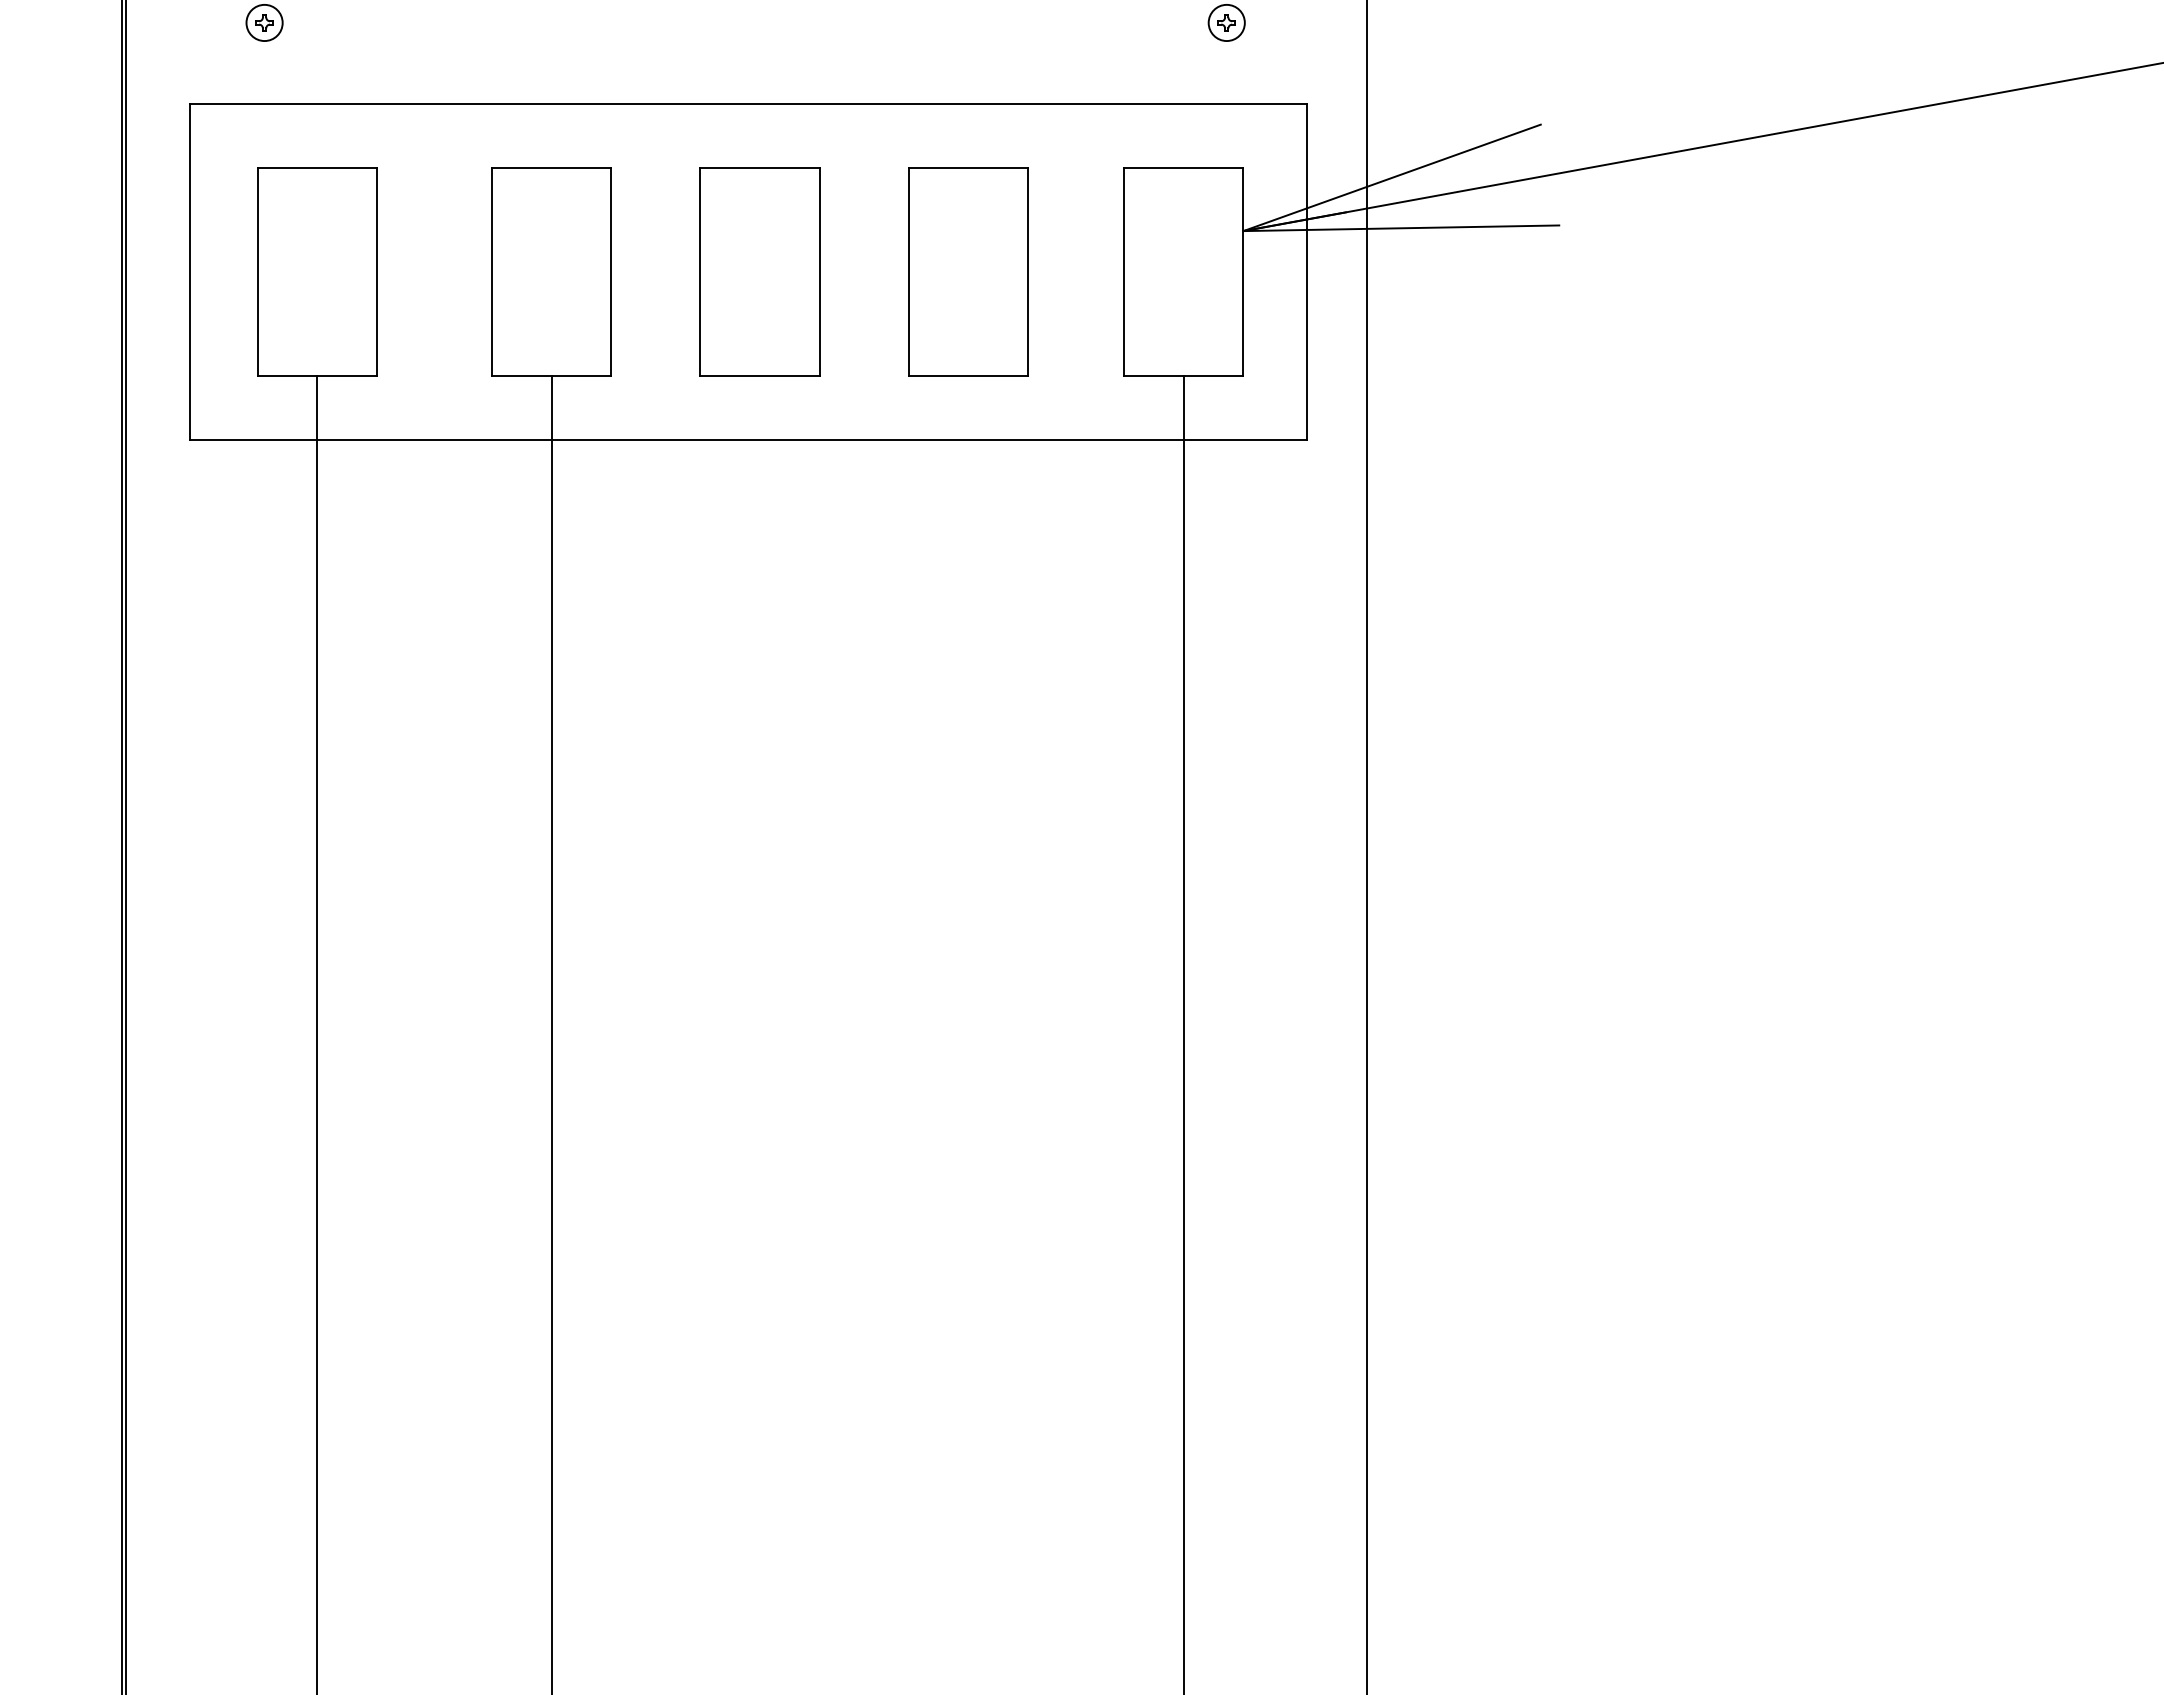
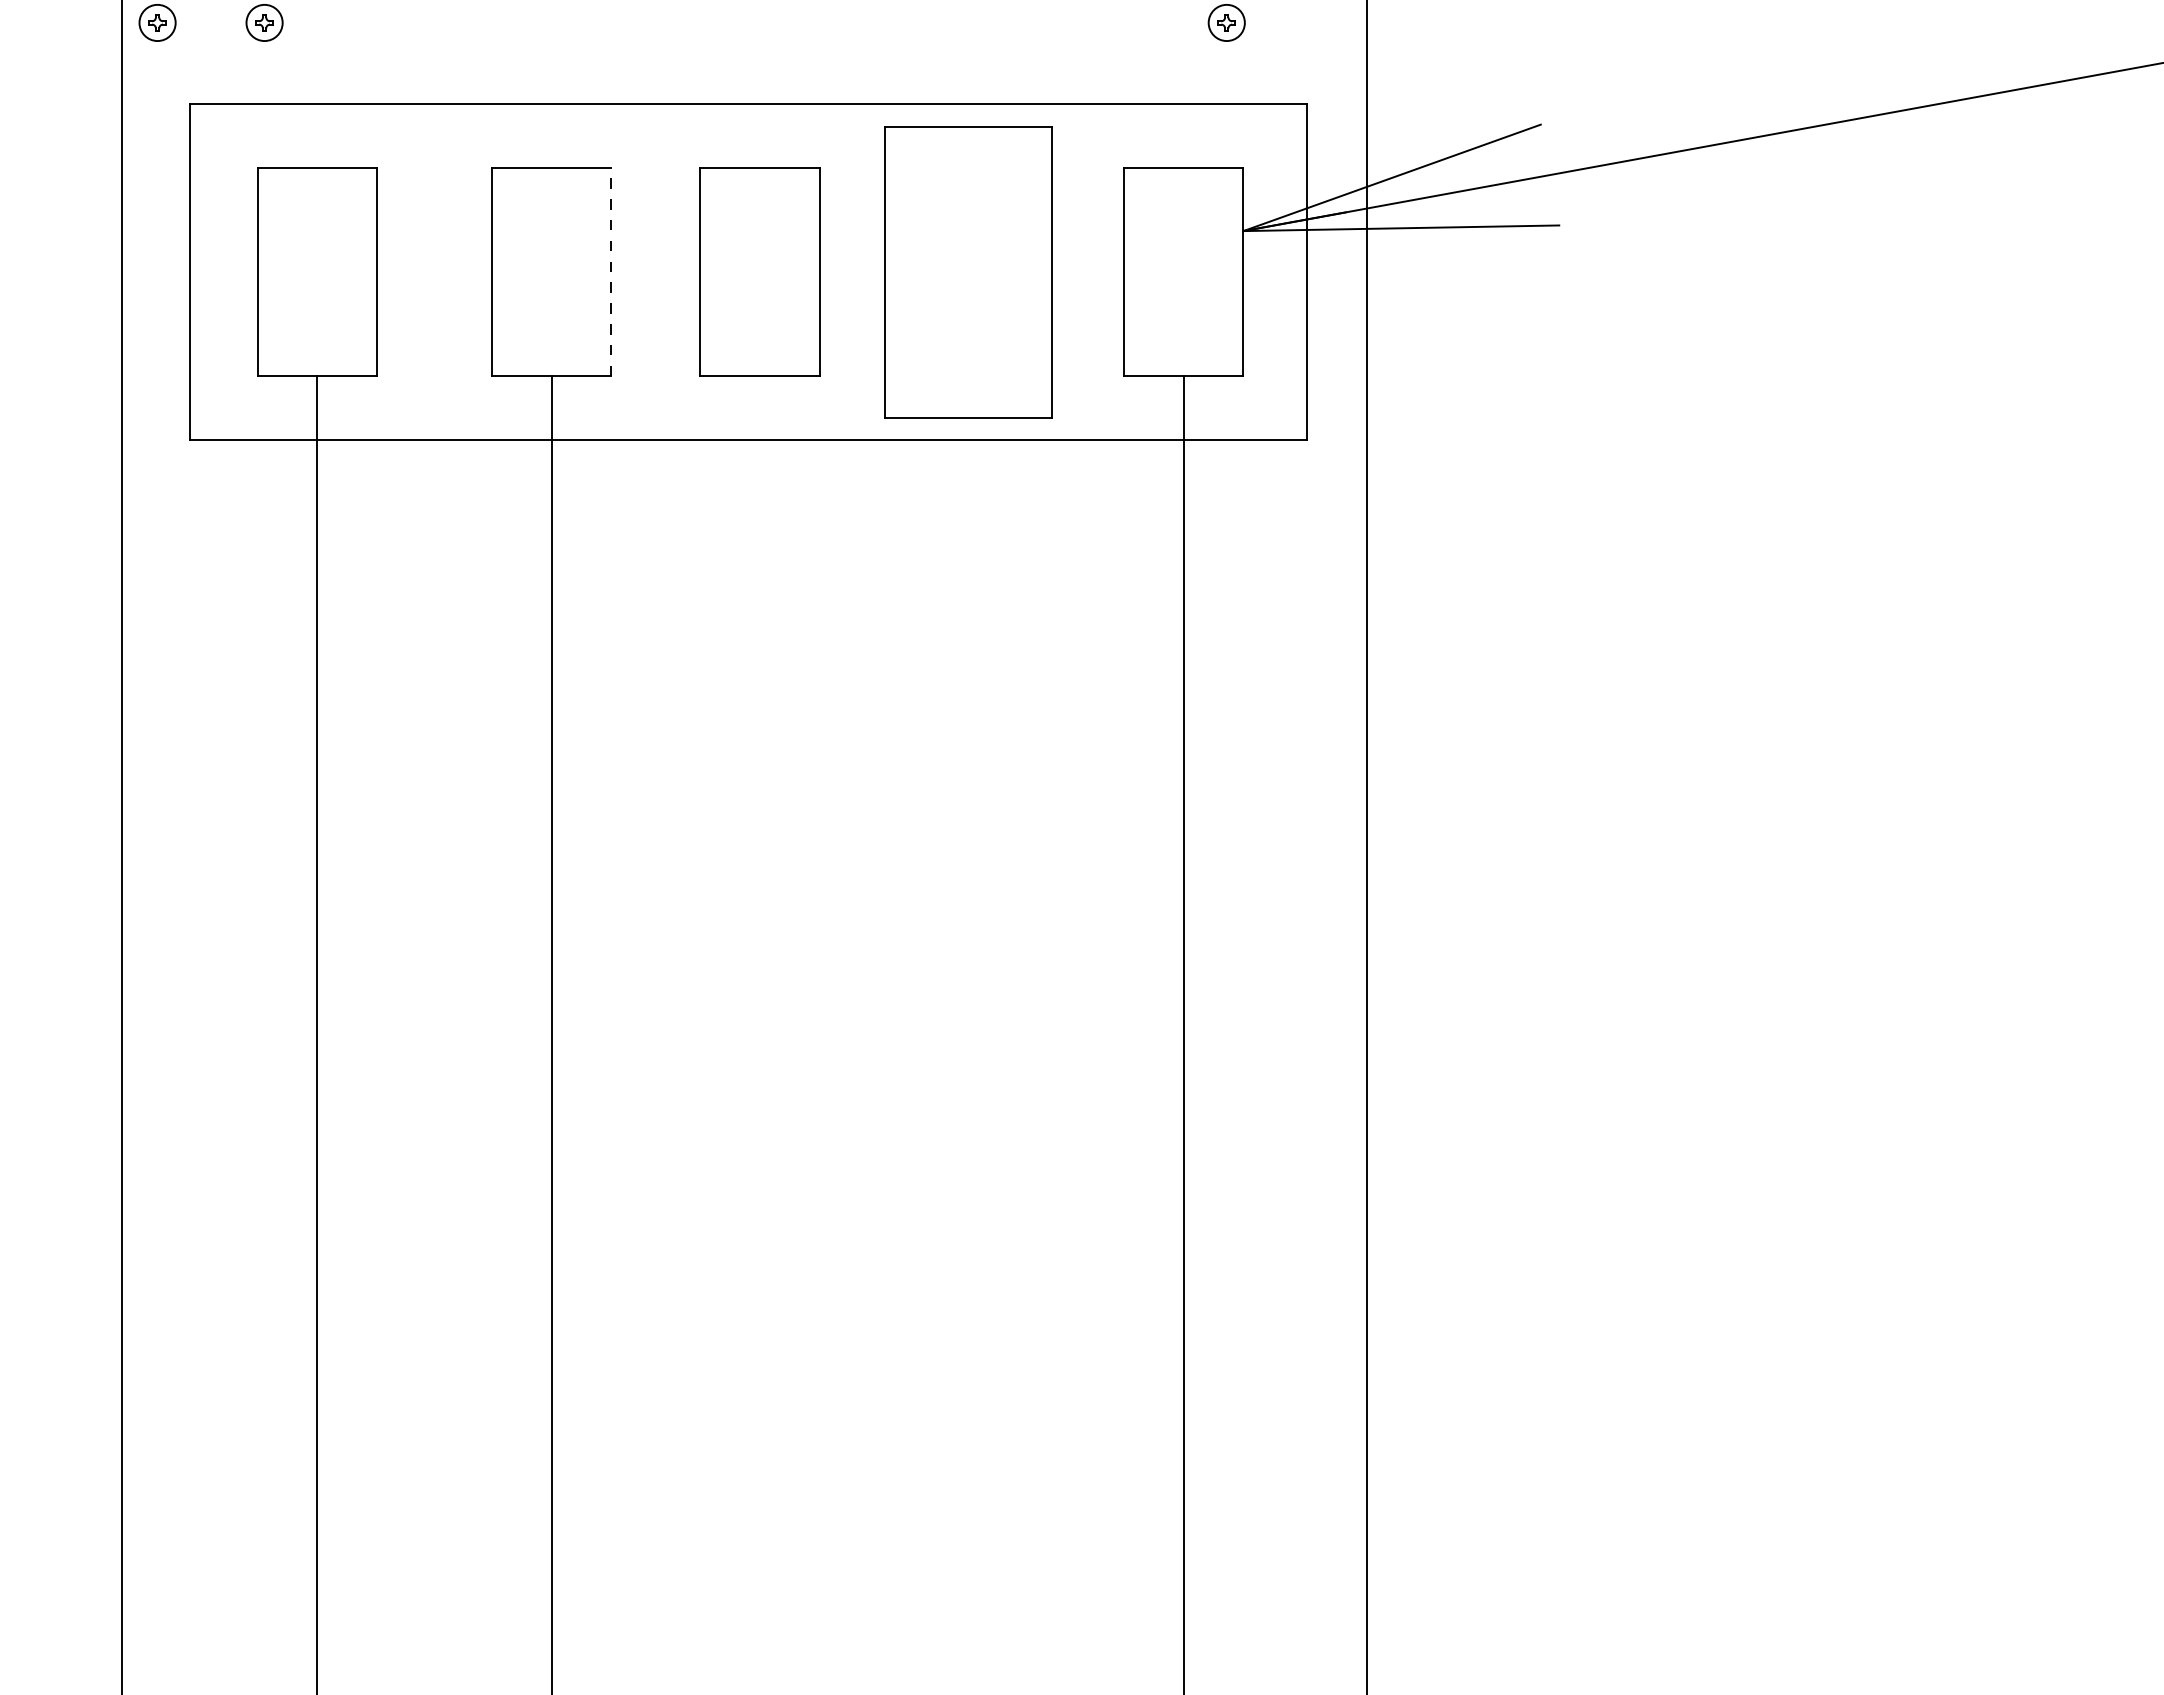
part at (157, 22): none -> present
part at (968, 271) size: 121x210 px -> 169x293 px
line at (611, 272): solid -> dashed
line at (126, 846): present -> none
